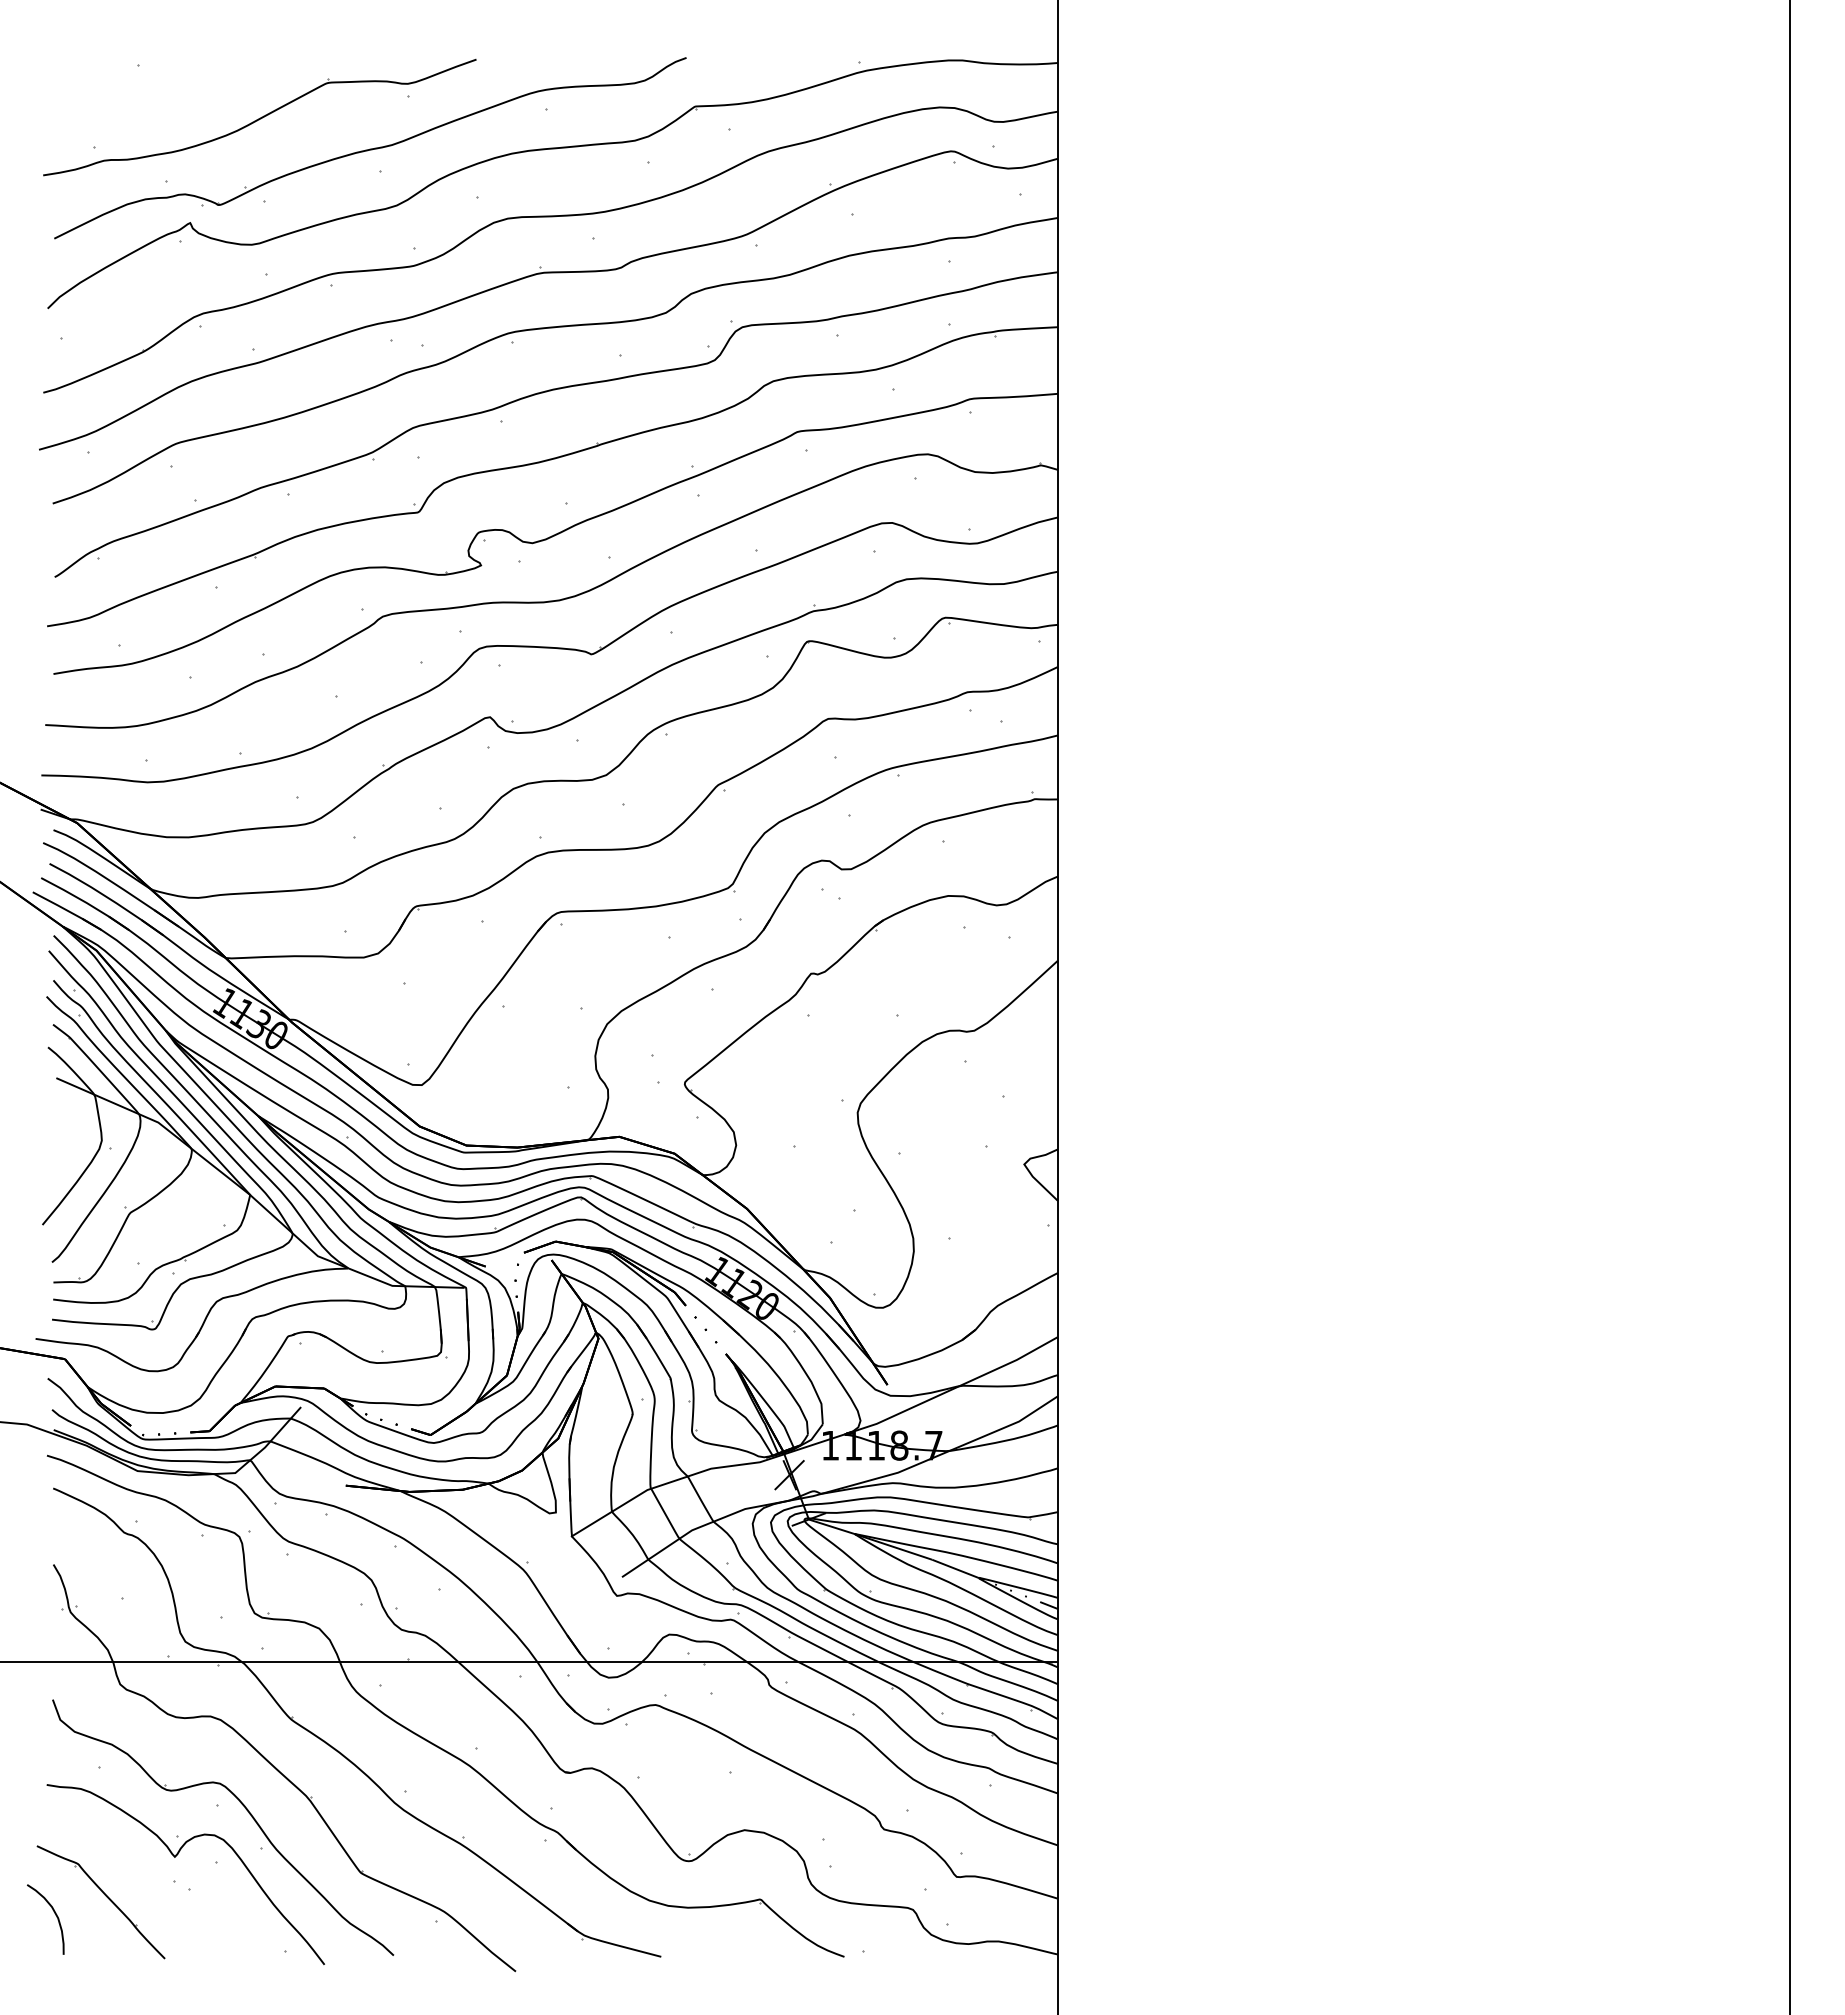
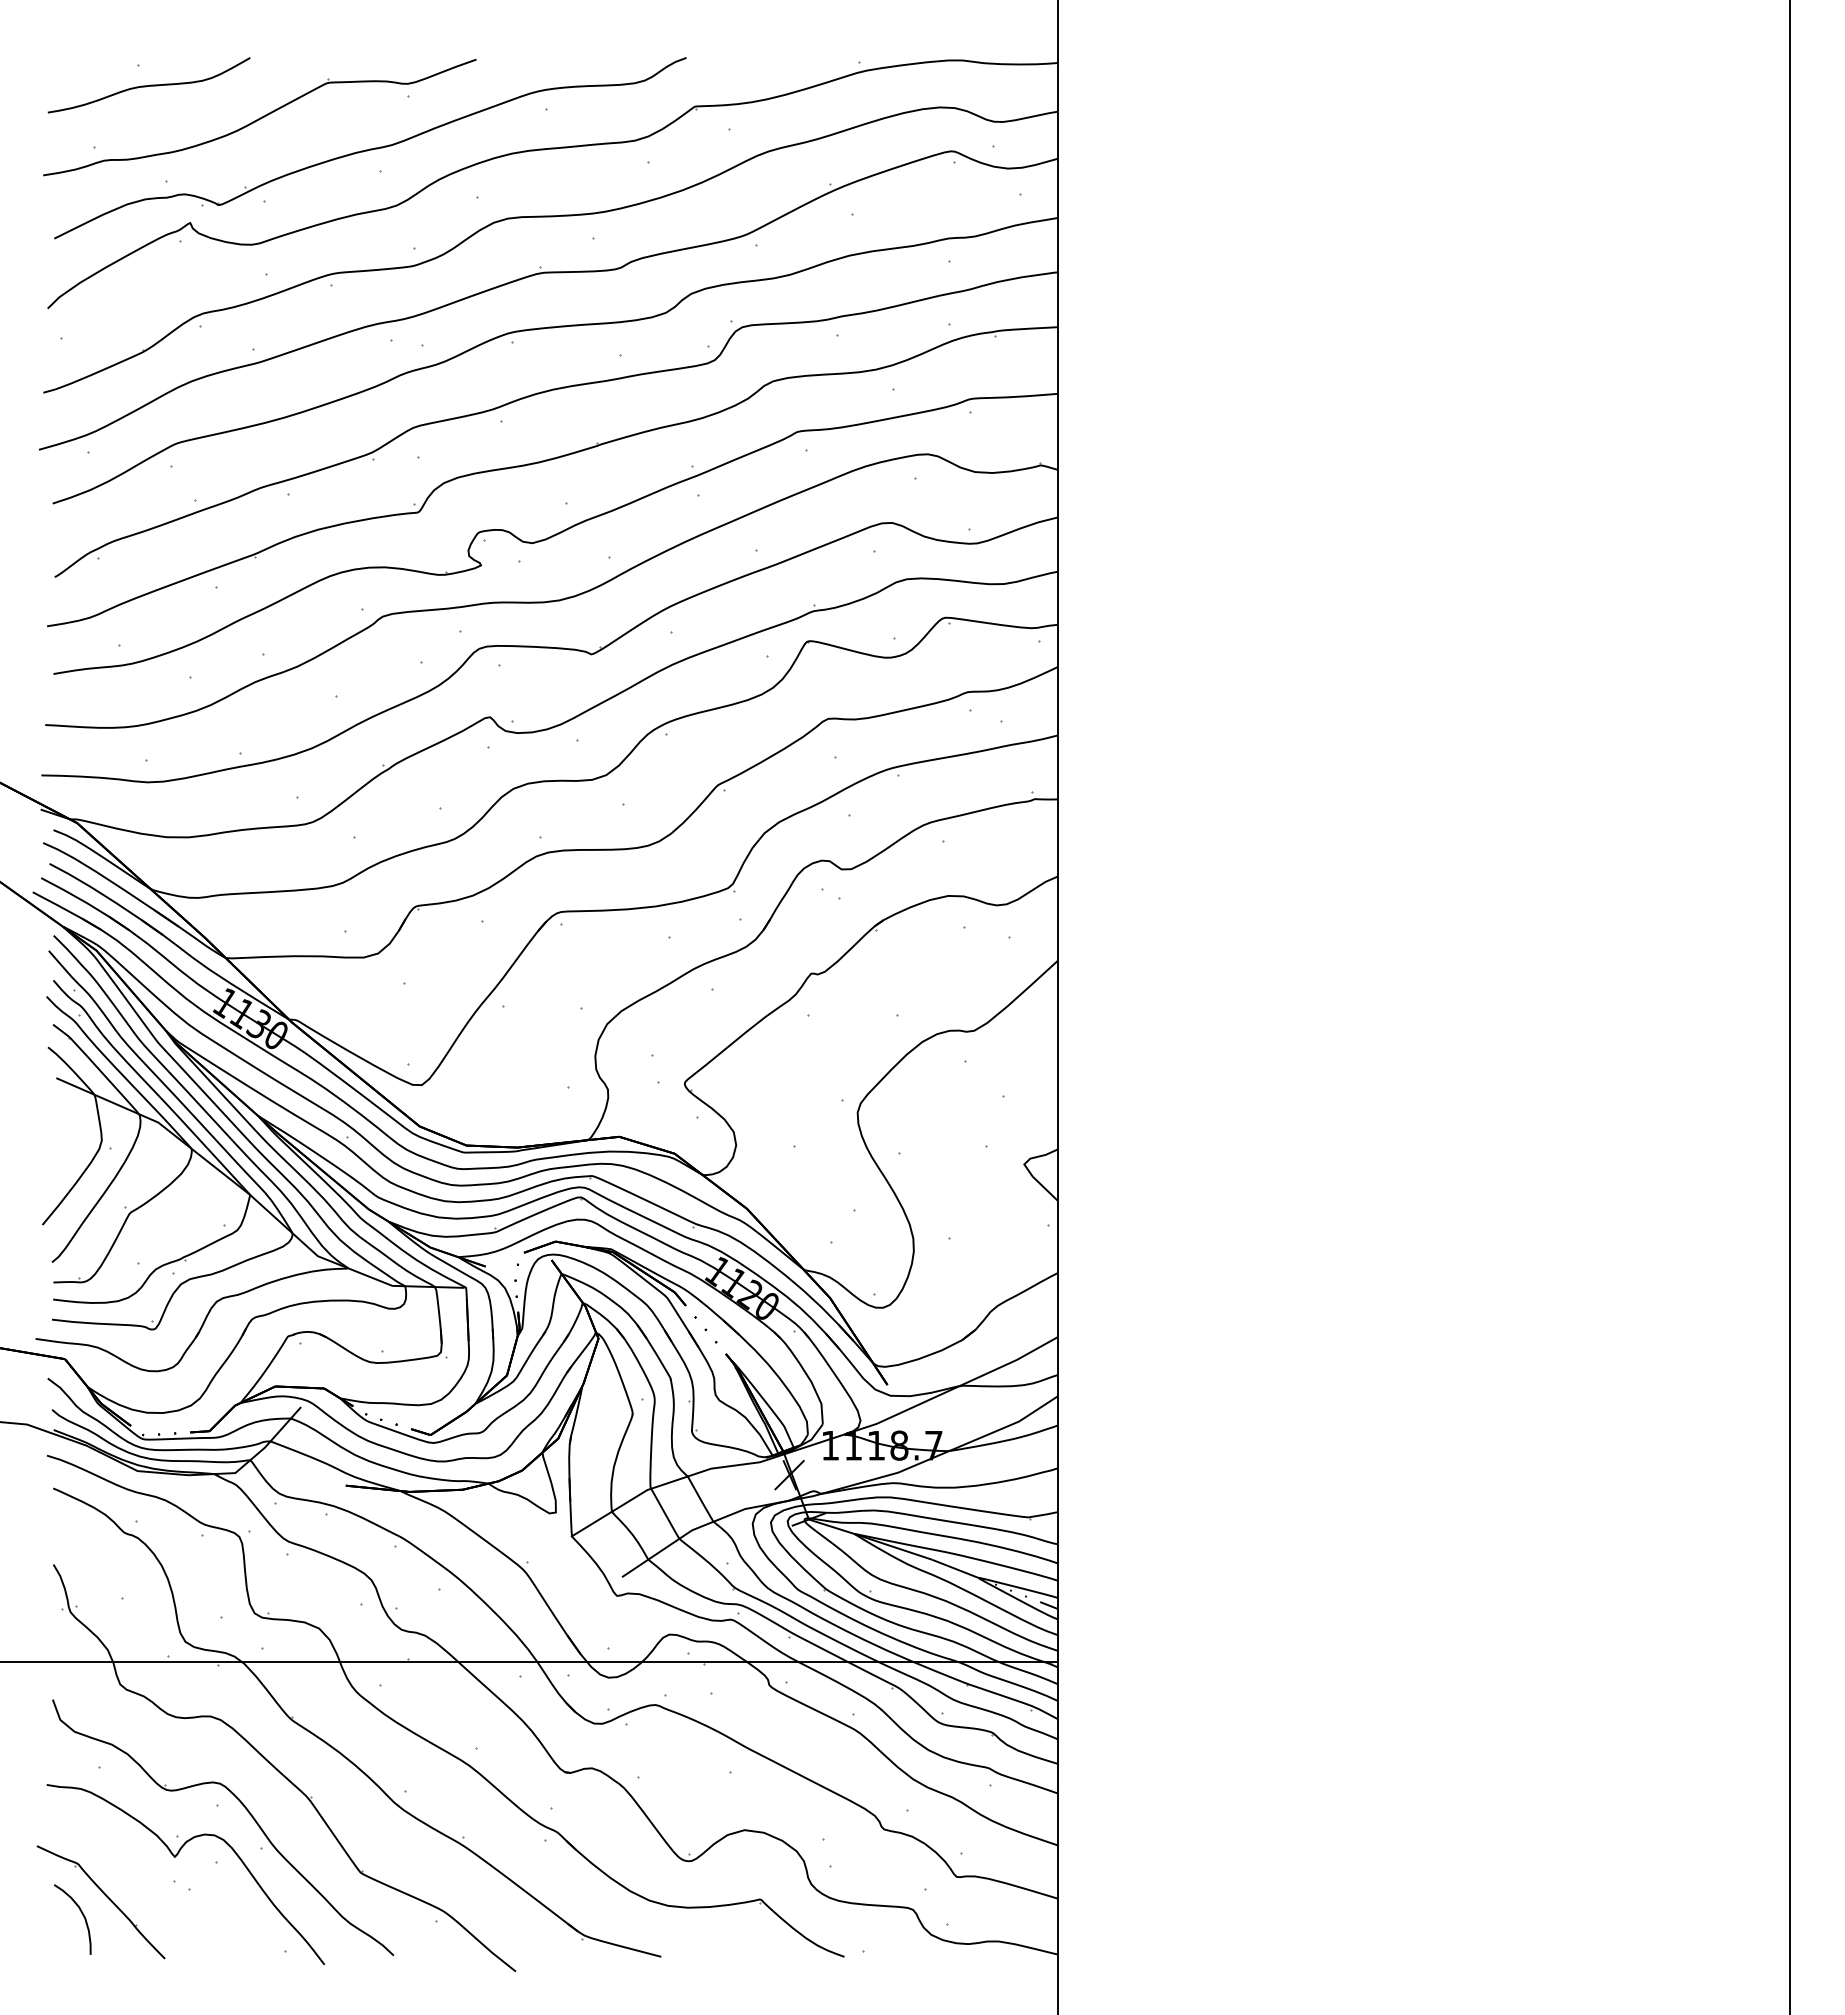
curve at (148, 85): none -> present
curve at (55, 1915) position: (55, 1915) -> (82, 1915)
